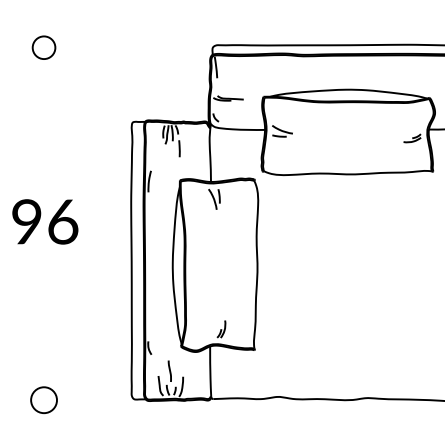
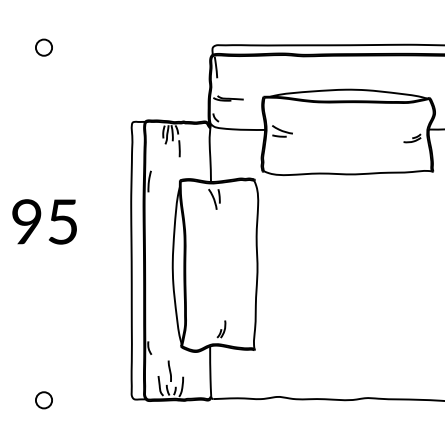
circle at (43, 47) size: 26x25 px -> 18x19 px
text at (63, 221): 96 -> 95
circle at (43, 399) size: 28x28 px -> 18x19 px
